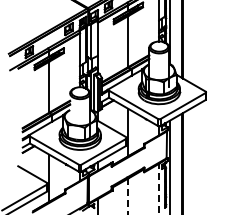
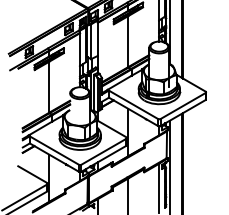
line at (159, 187): dashed -> solid
line at (128, 196): dashed -> solid
